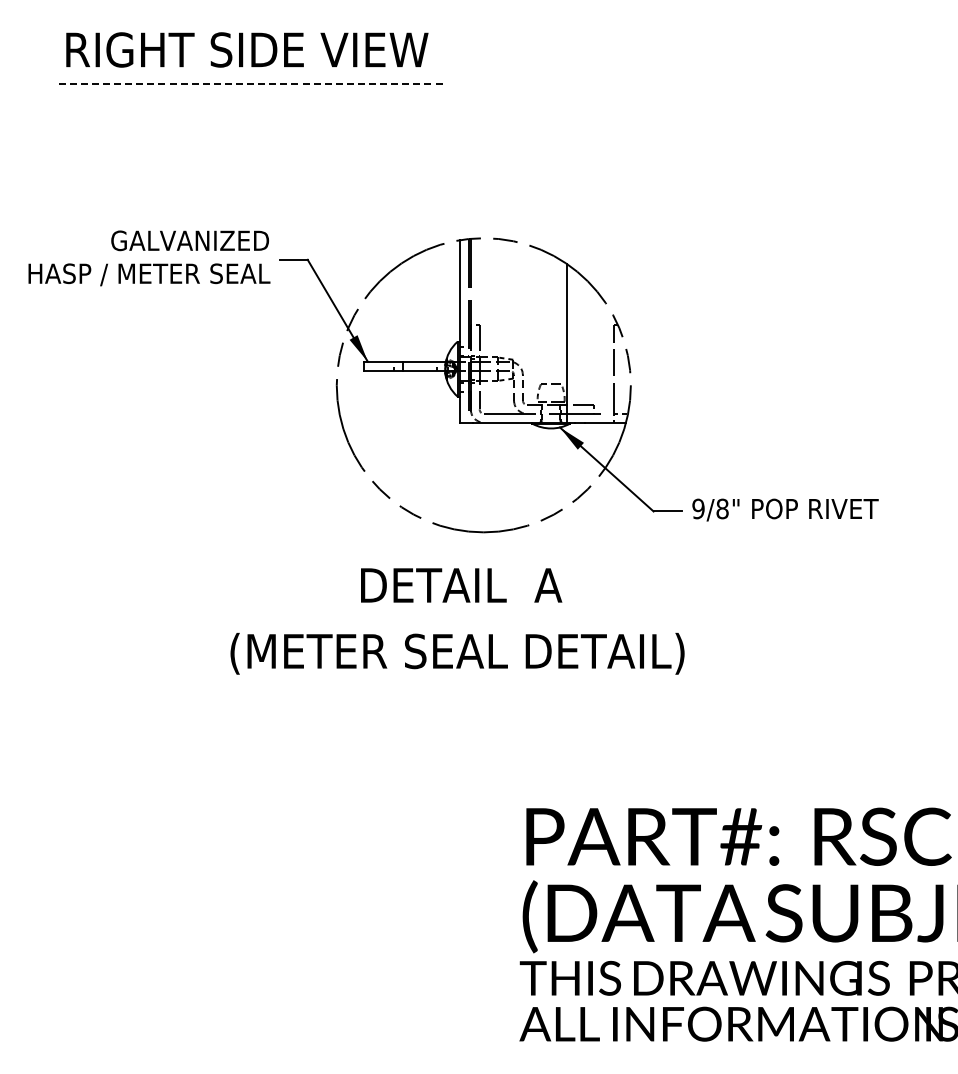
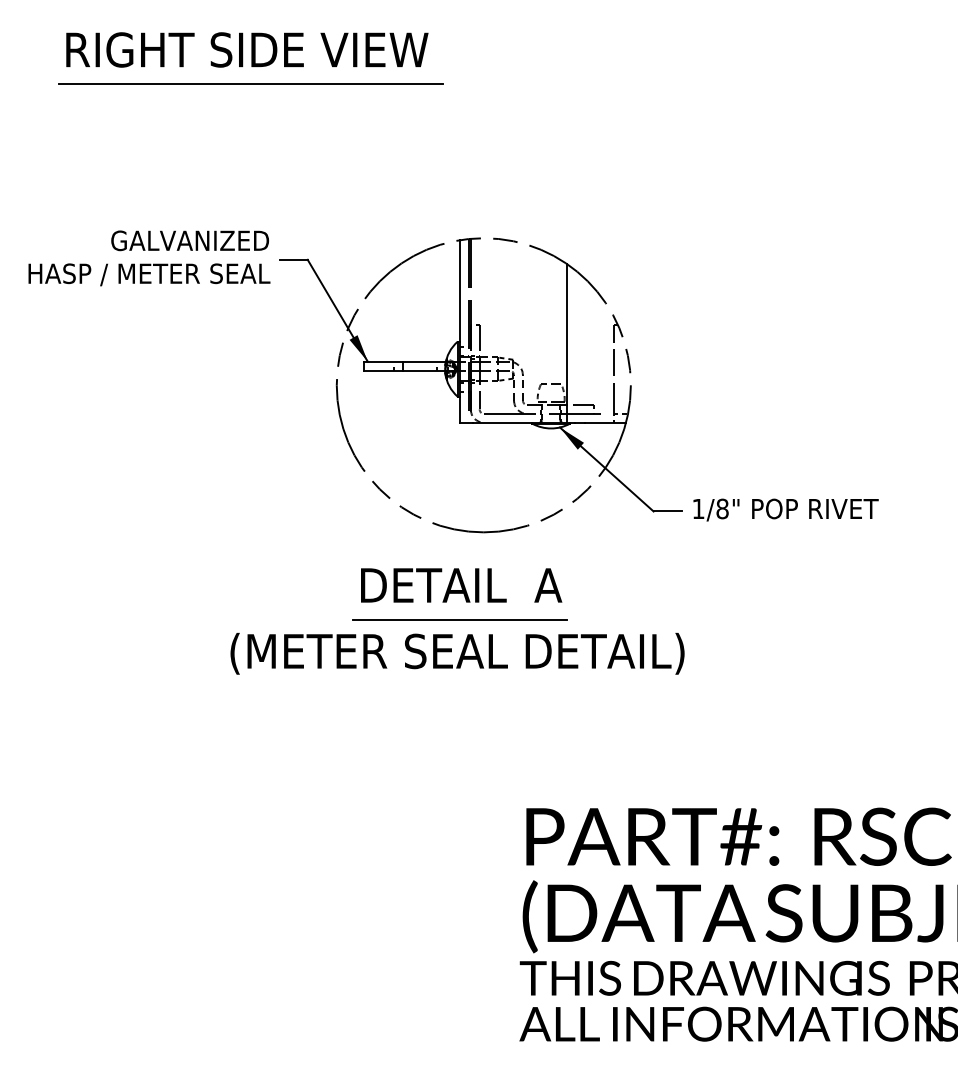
line at (251, 83): dashed -> solid
text at (698, 508): 9/8" -> 1/8"
line at (459, 619): none -> present
